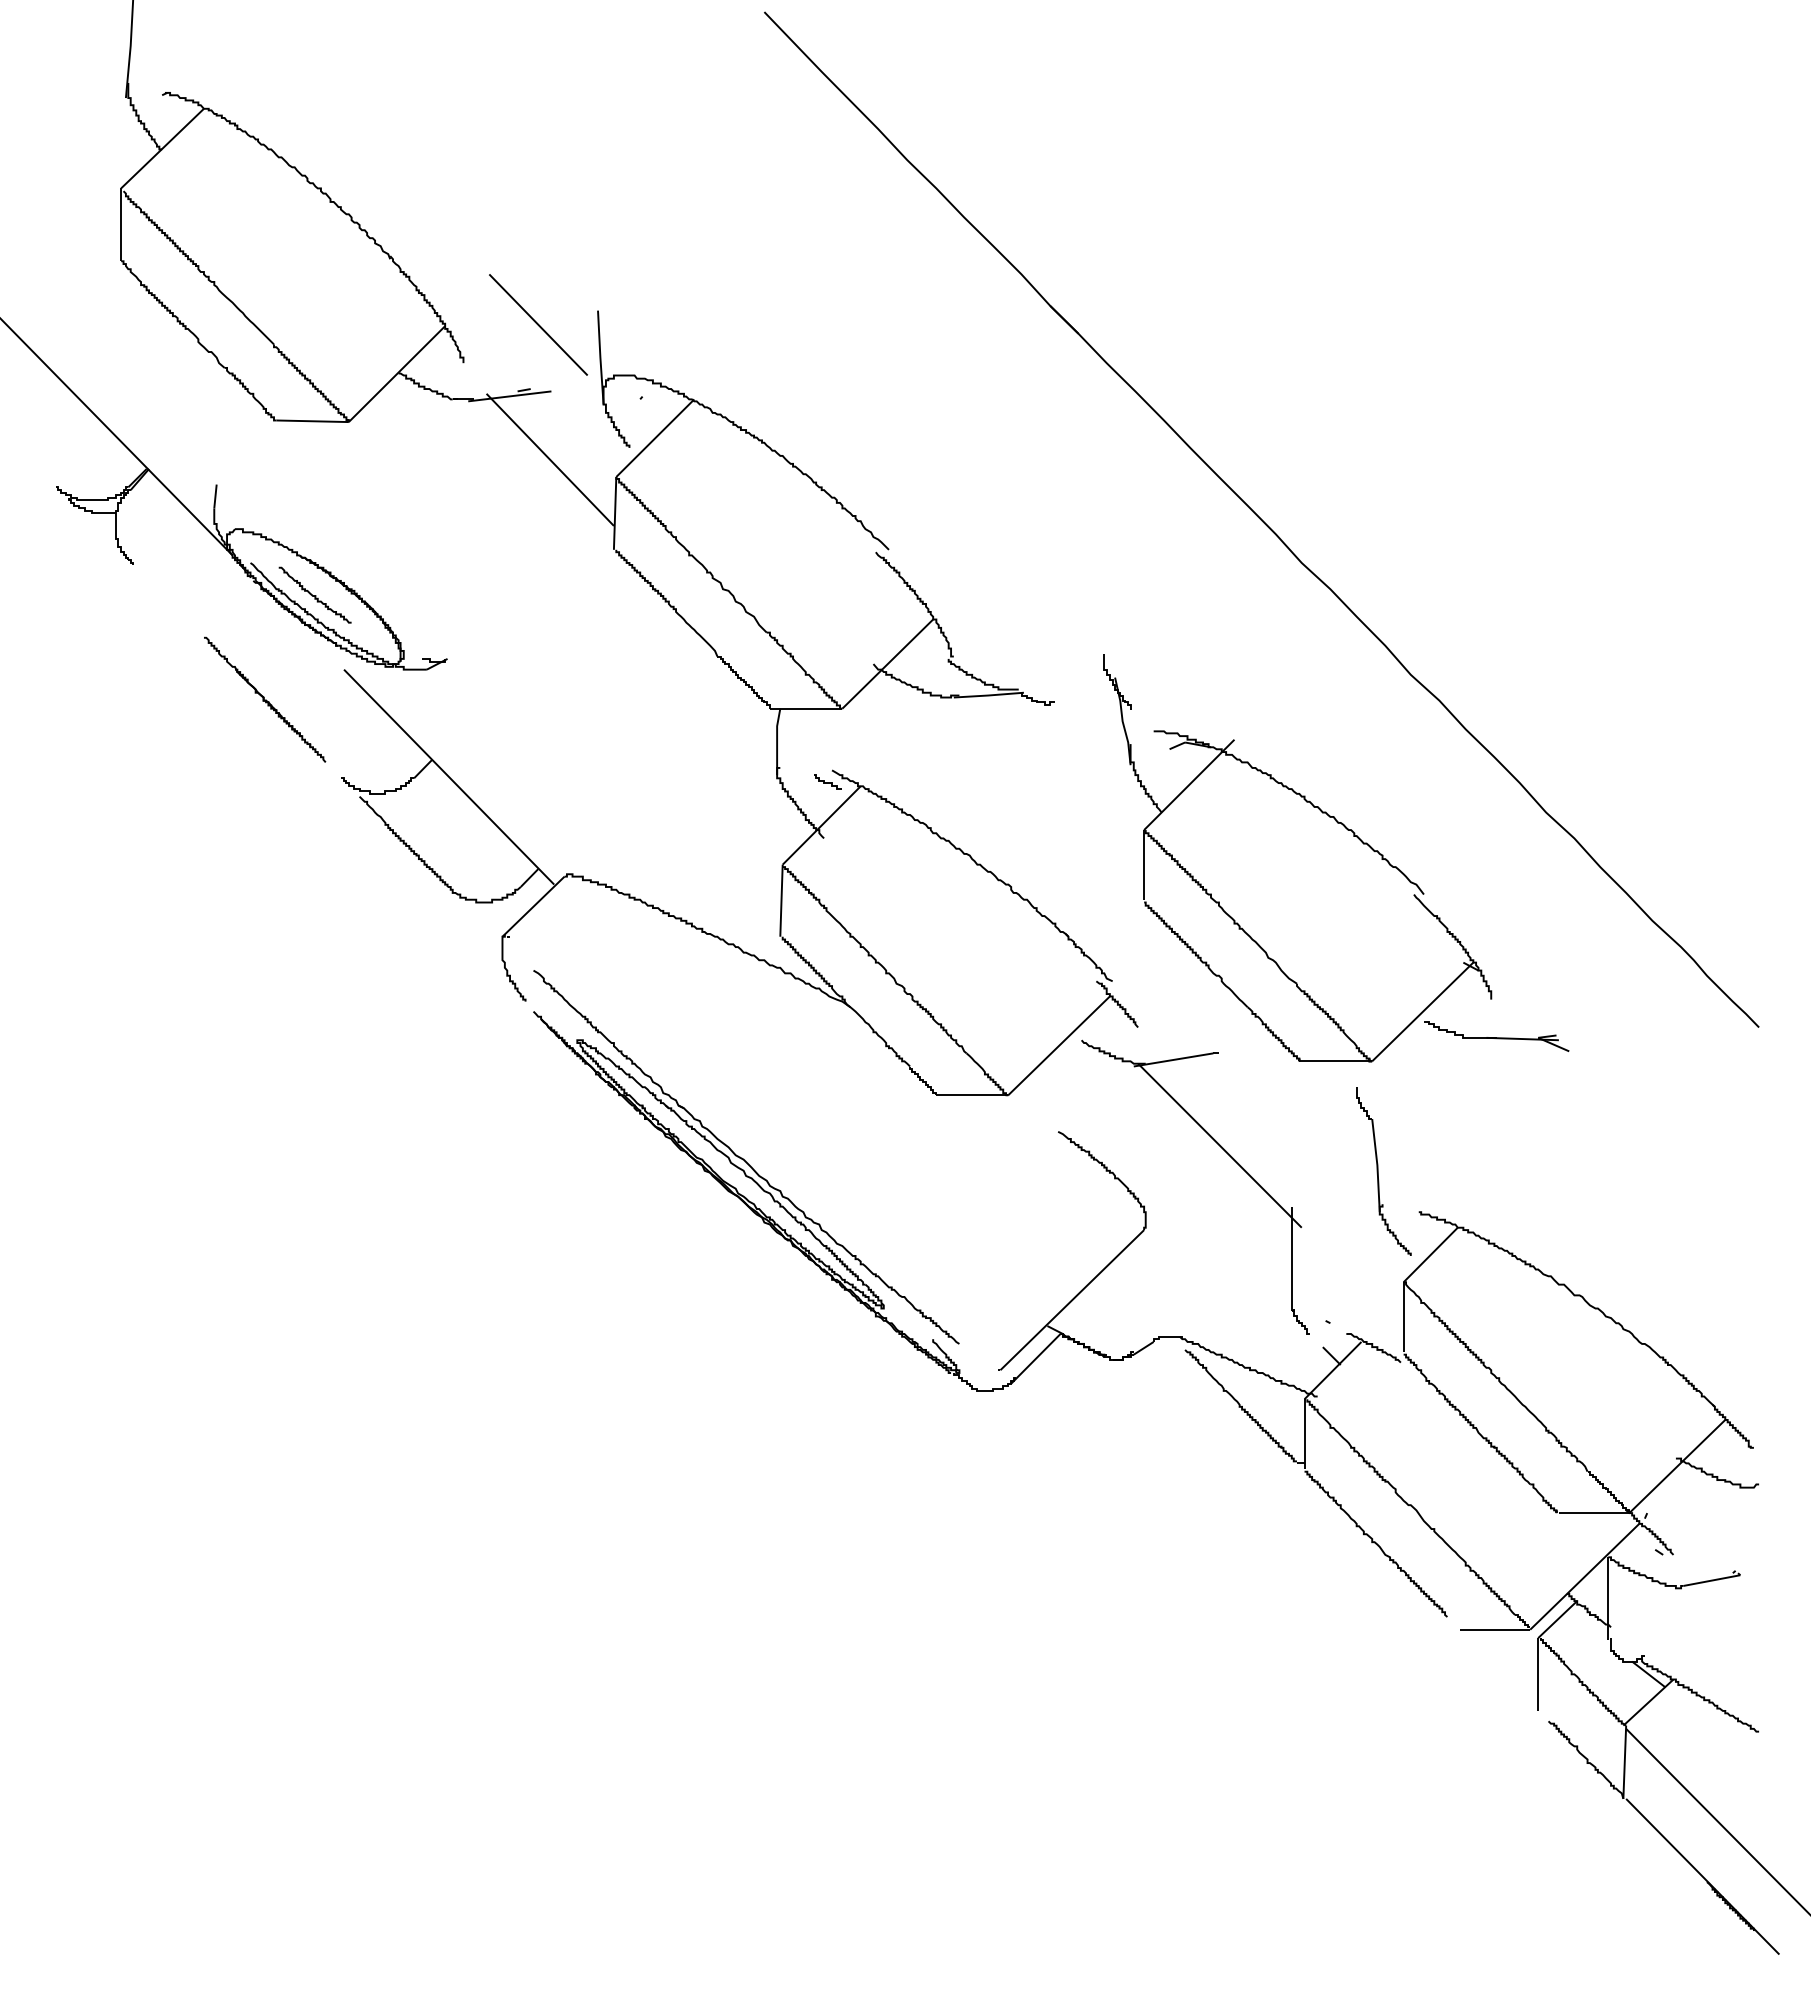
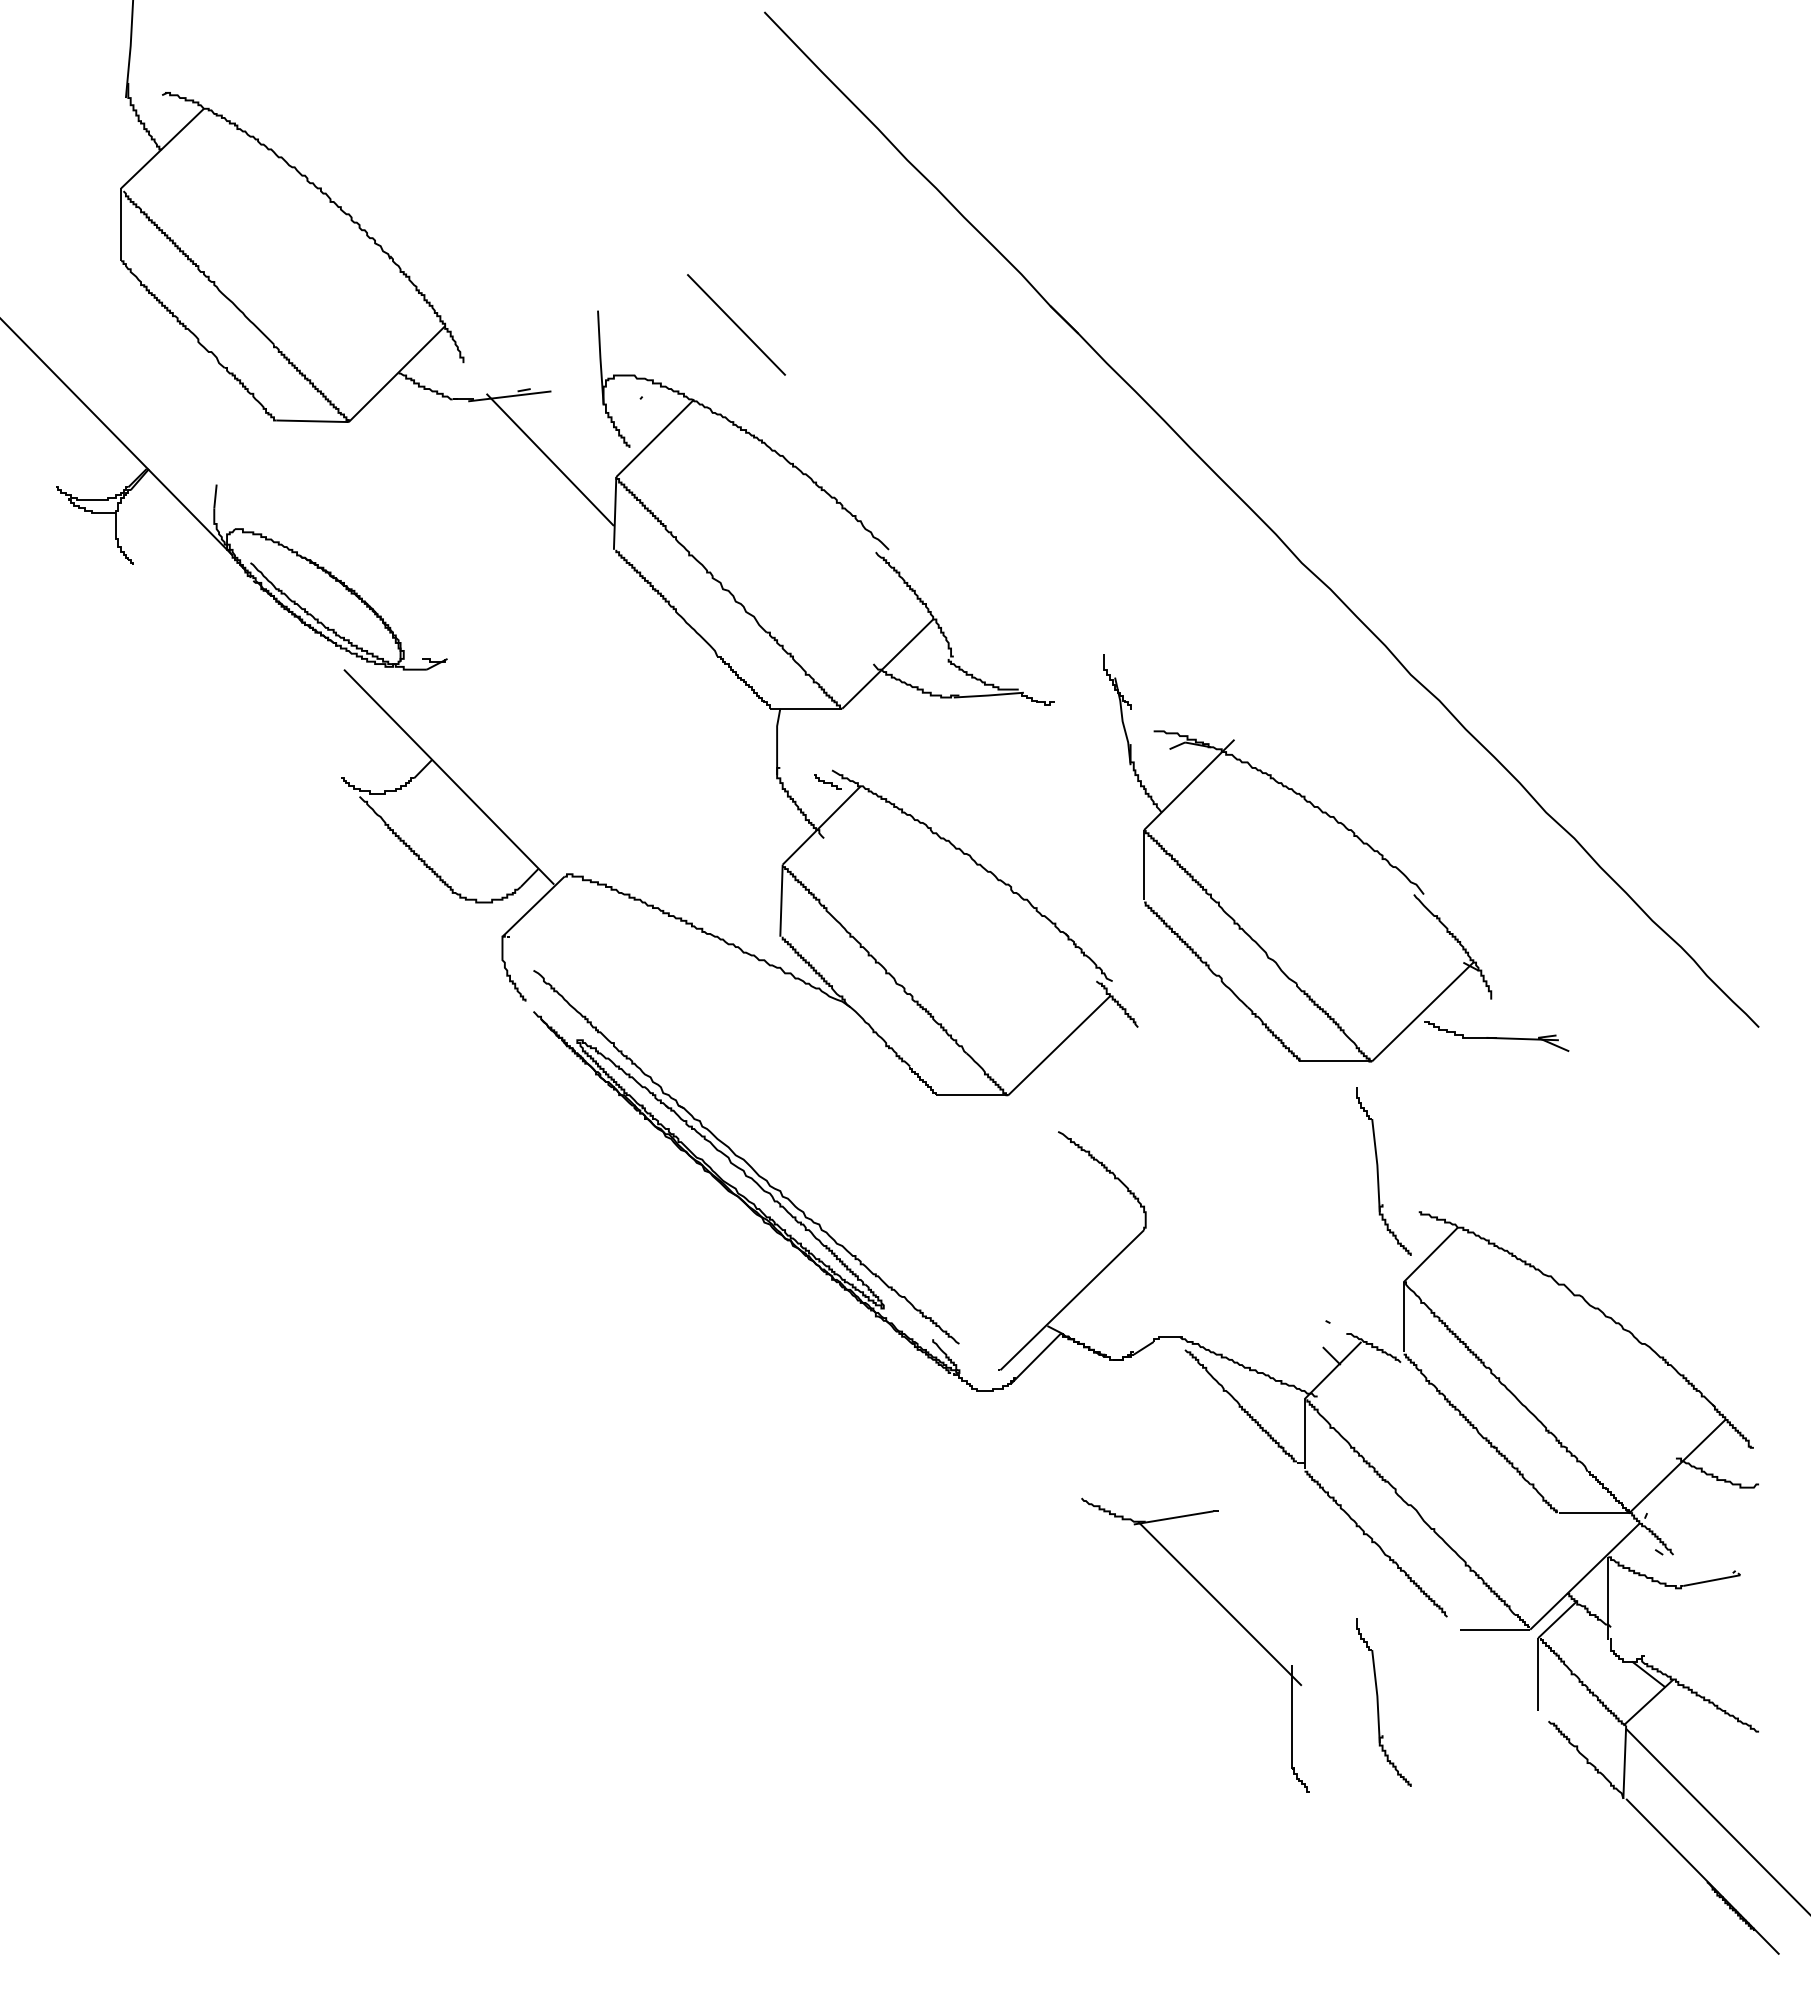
line at (538, 324) position: (538, 324) -> (736, 324)
curve at (314, 595): present -> none
part at (265, 699): present -> none
part at (1227, 1154) position: (1227, 1154) -> (1227, 1612)
part at (1383, 1702): none -> present
